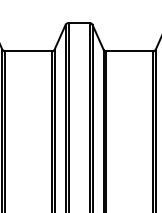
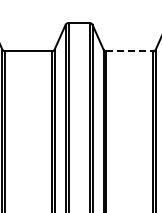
line at (130, 51): solid -> dashed
